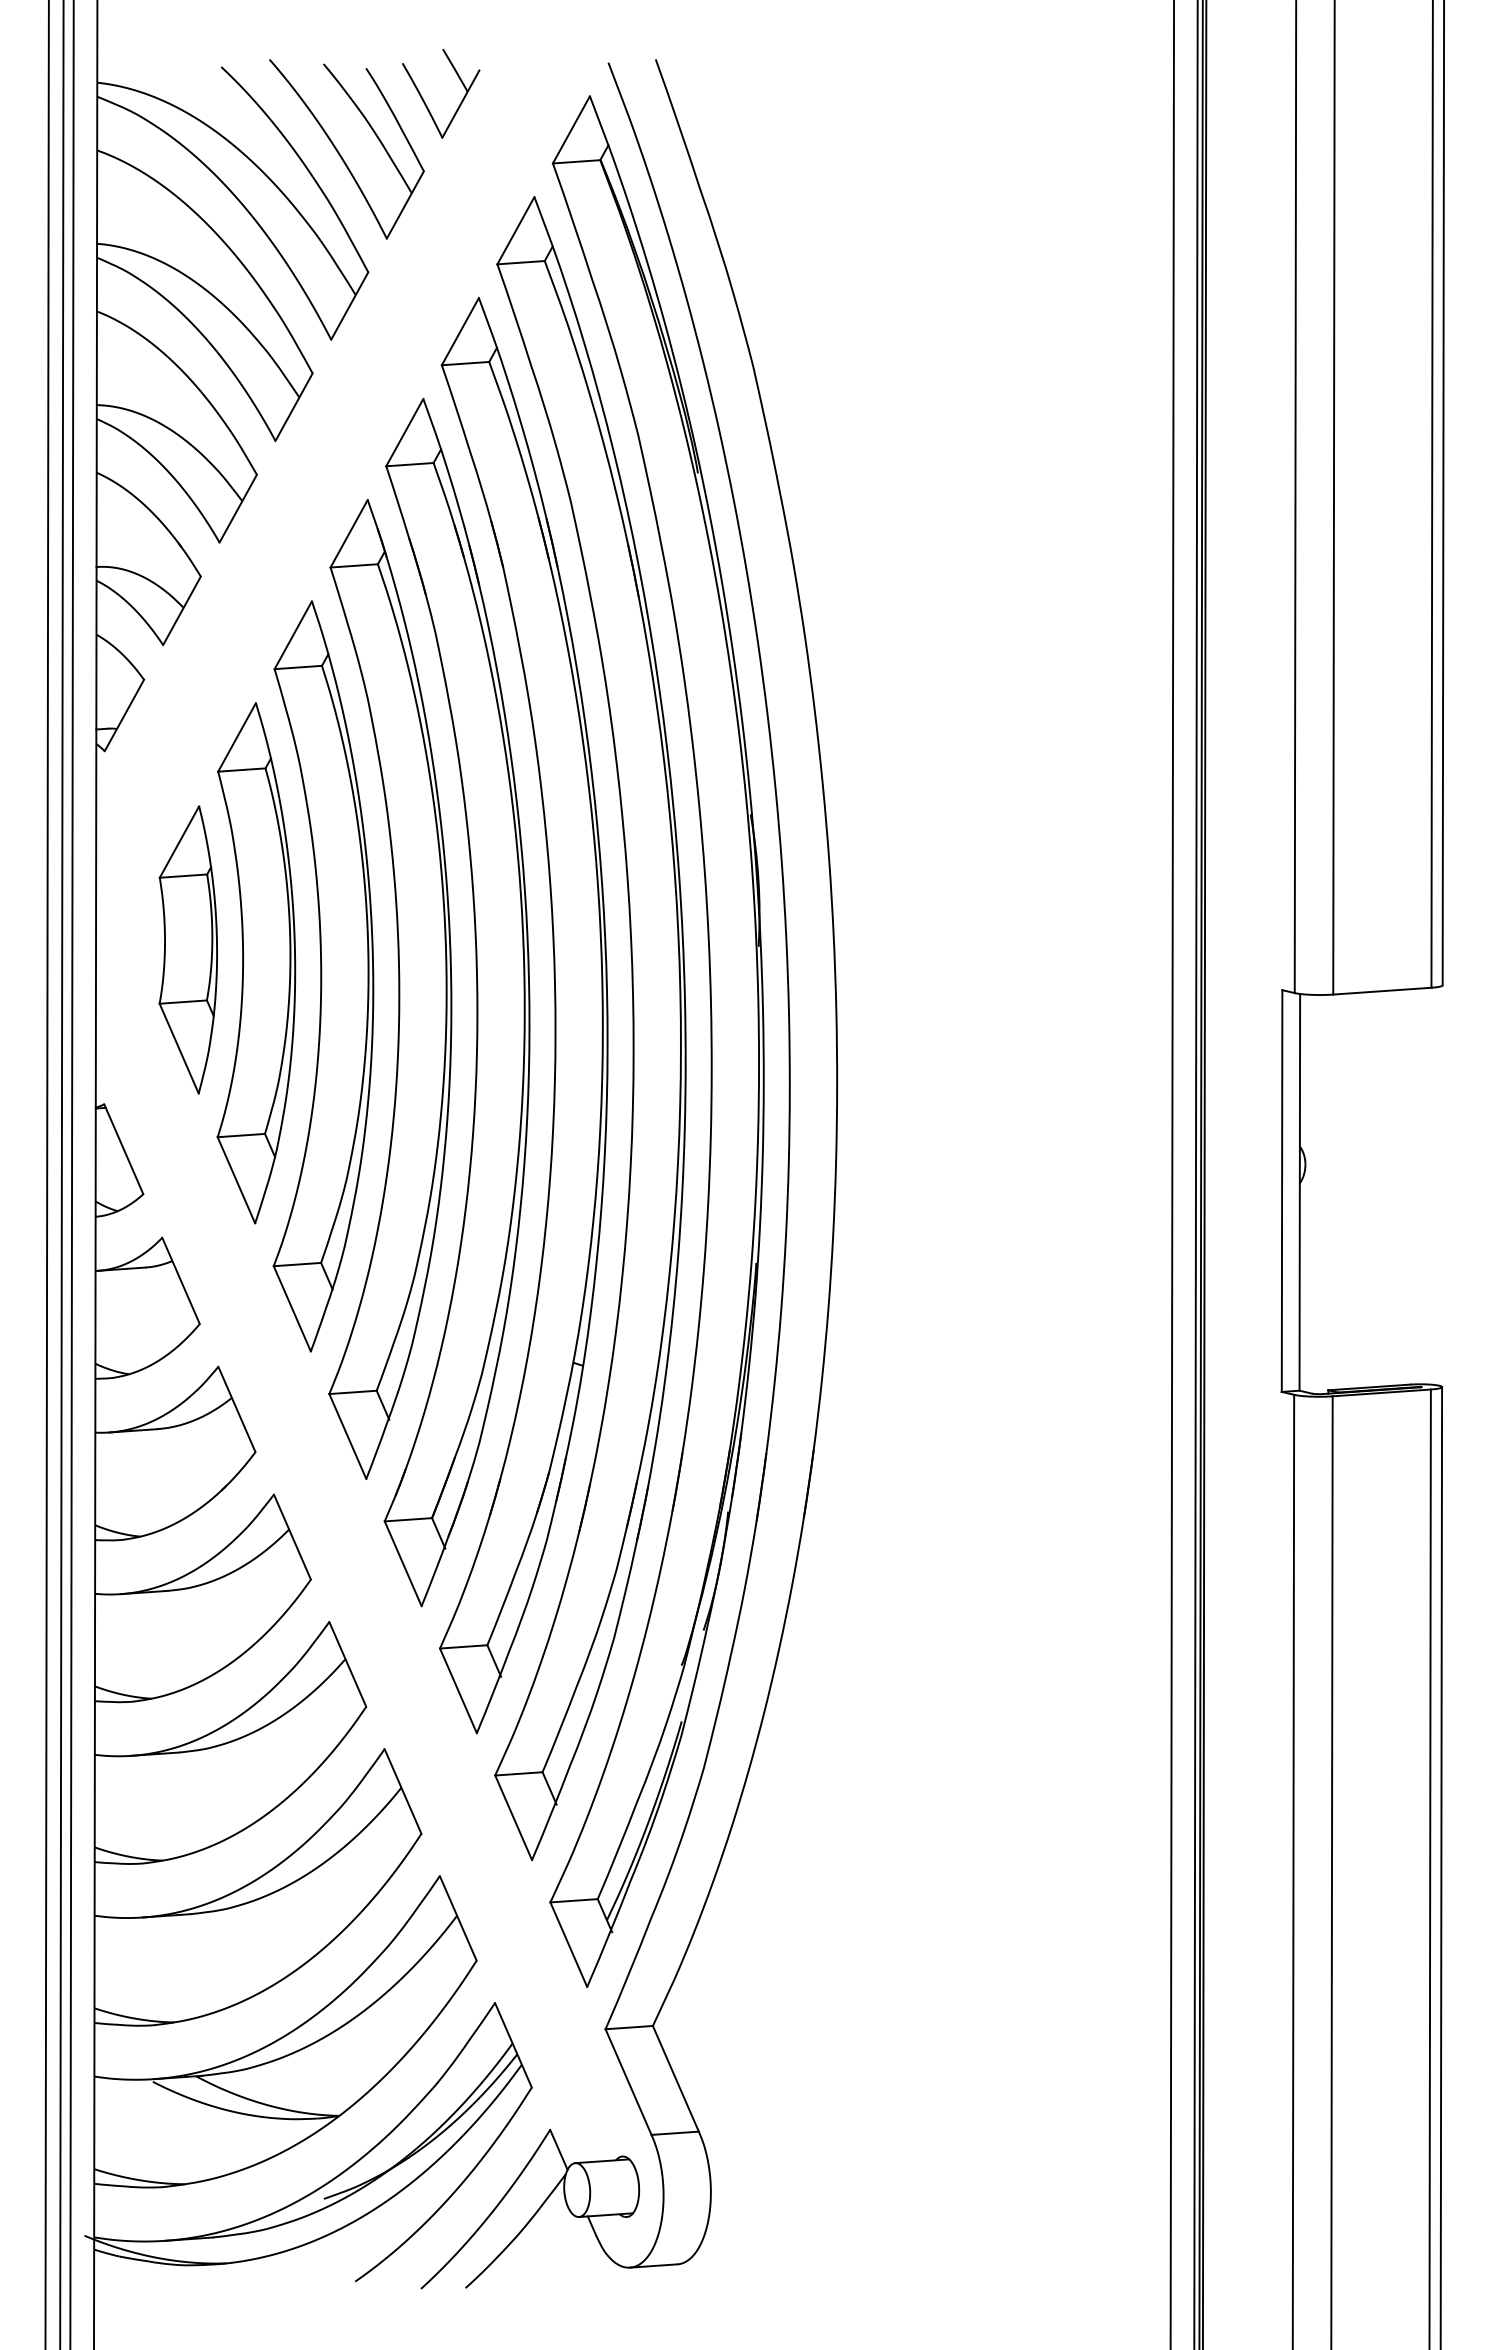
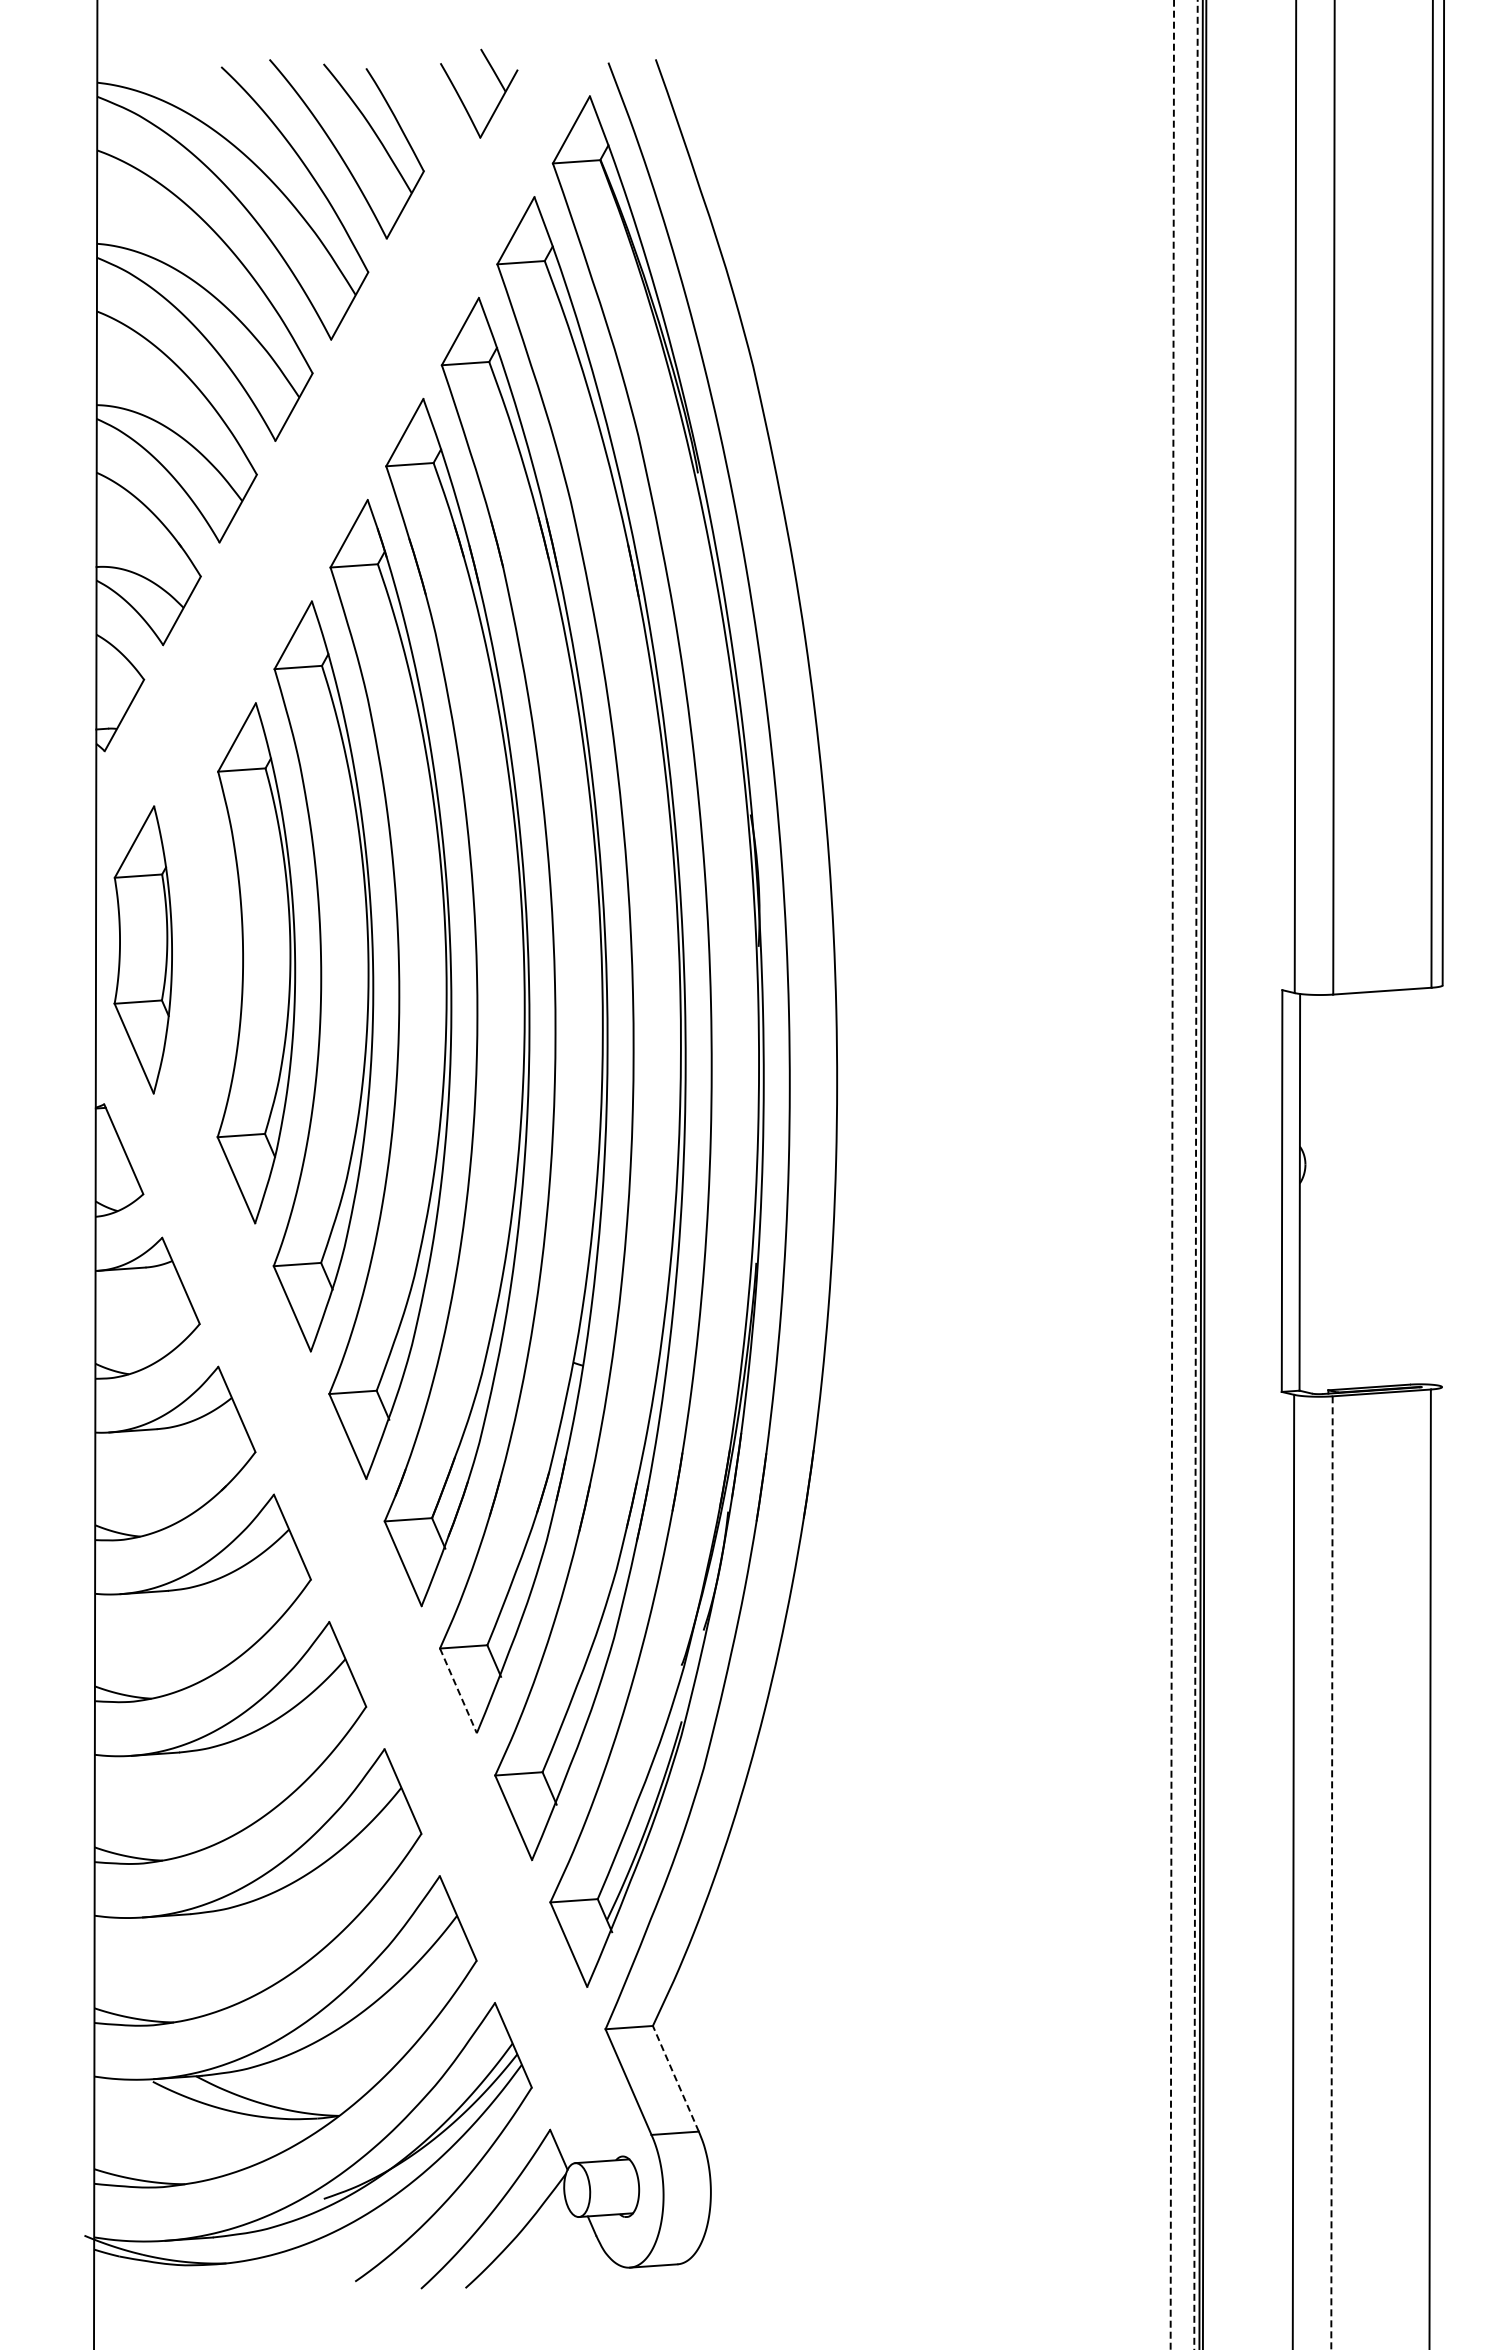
part at (425, 102) position: (425, 102) -> (463, 102)
part at (187, 949) position: (187, 949) -> (142, 949)
line at (46, 1174): present -> none
line at (61, 1174): present -> none
line at (71, 1174): present -> none
line at (1172, 1175): solid -> dashed
line at (1195, 1175): solid -> dashed
line at (458, 1691): solid -> dashed
line at (1441, 1866): present -> none
line at (1331, 1872): solid -> dashed
line at (675, 2078): solid -> dashed
